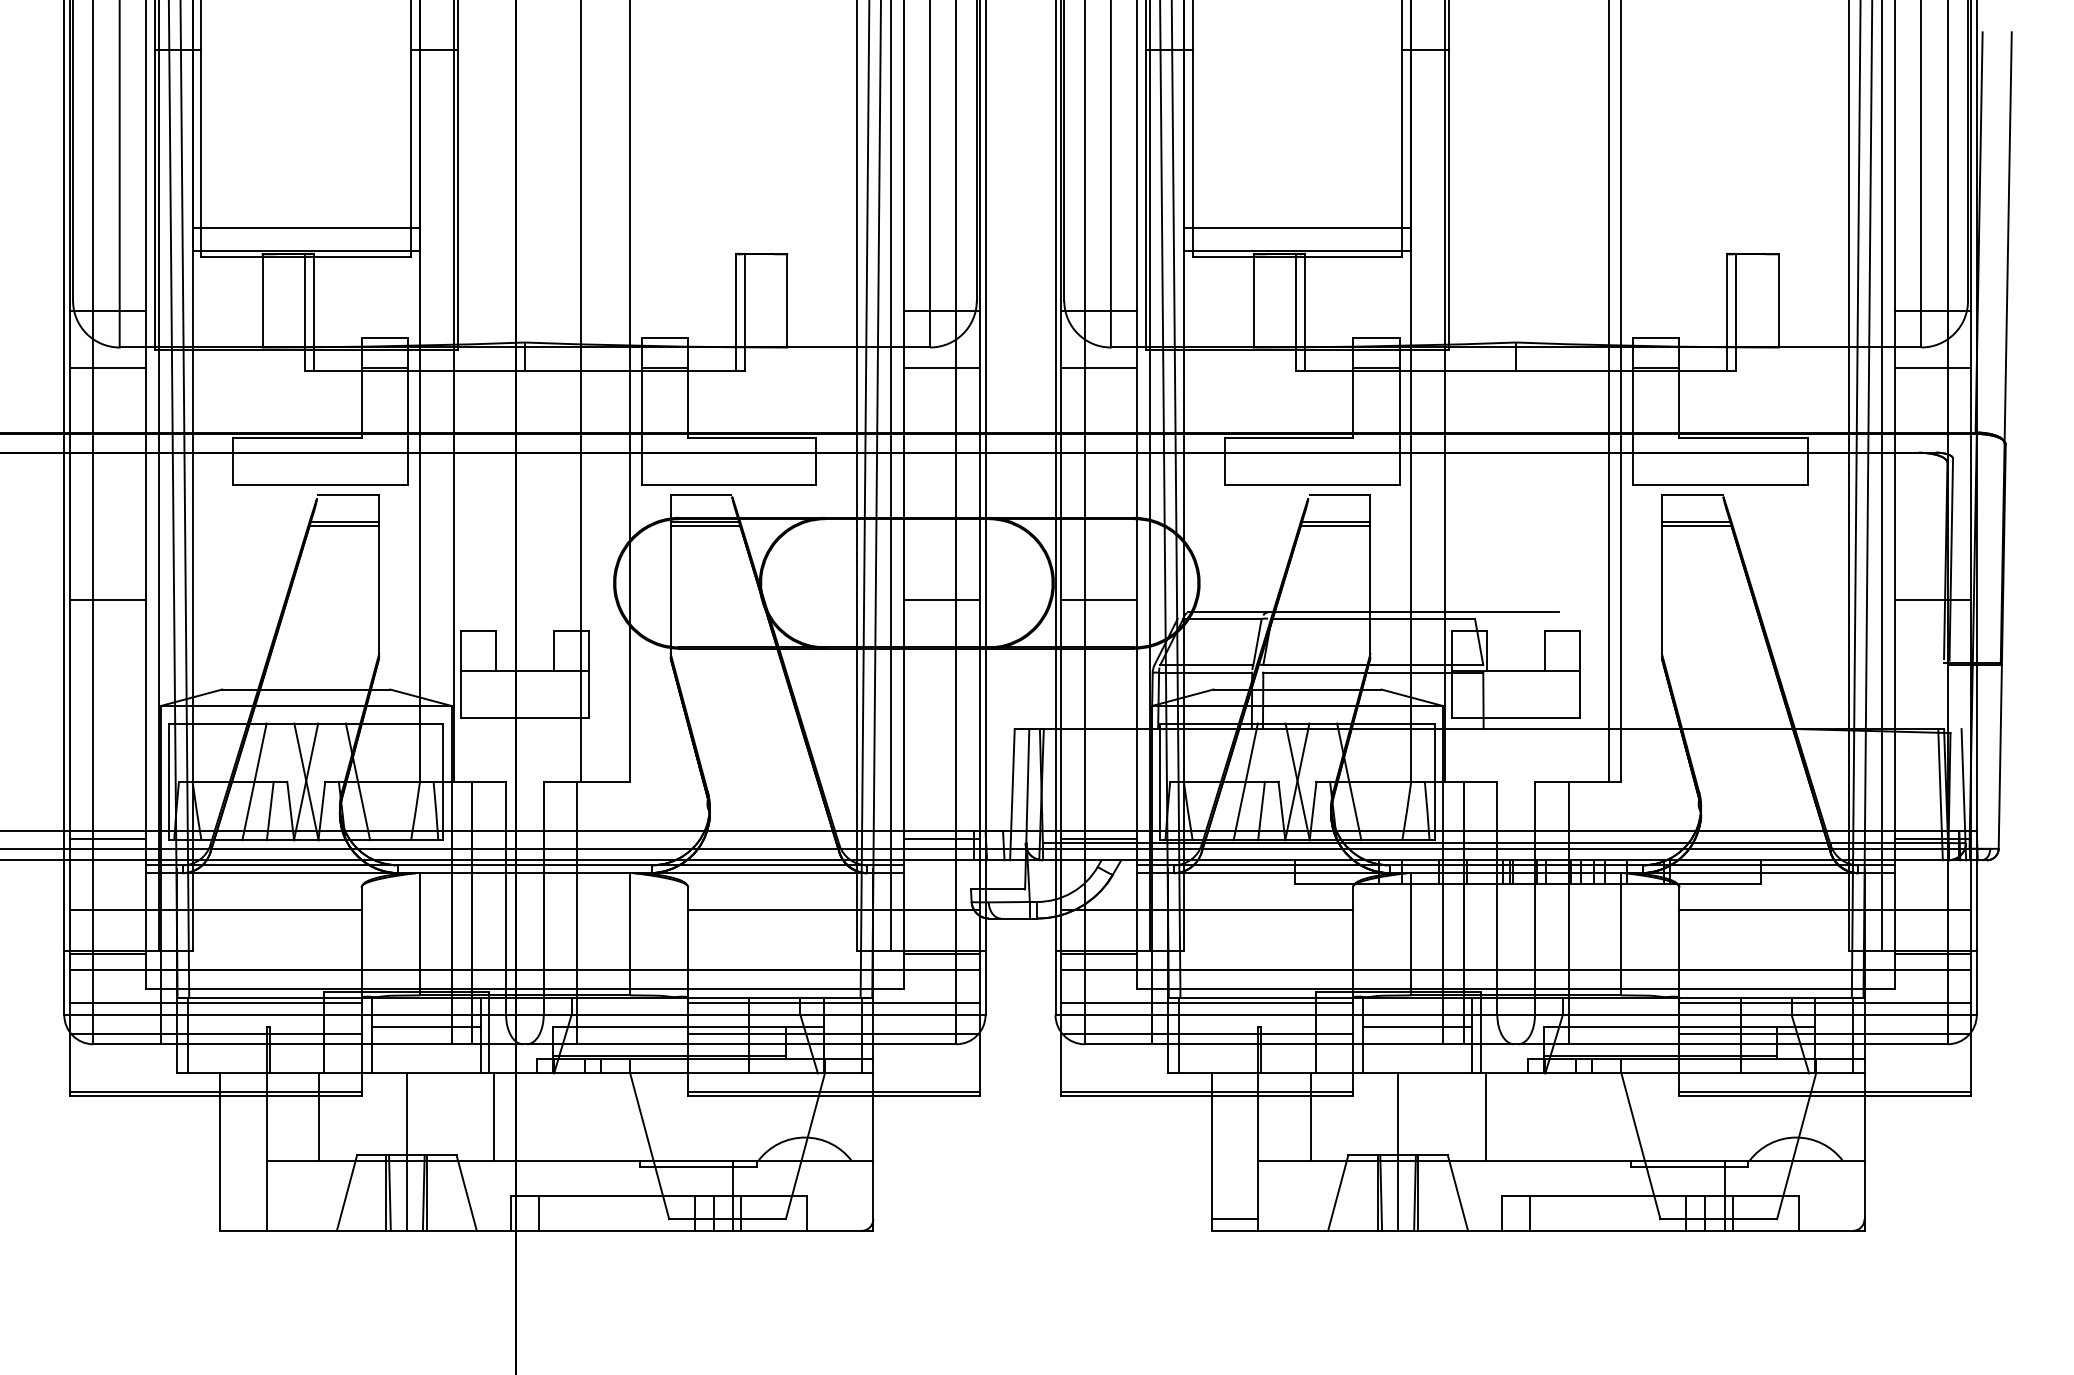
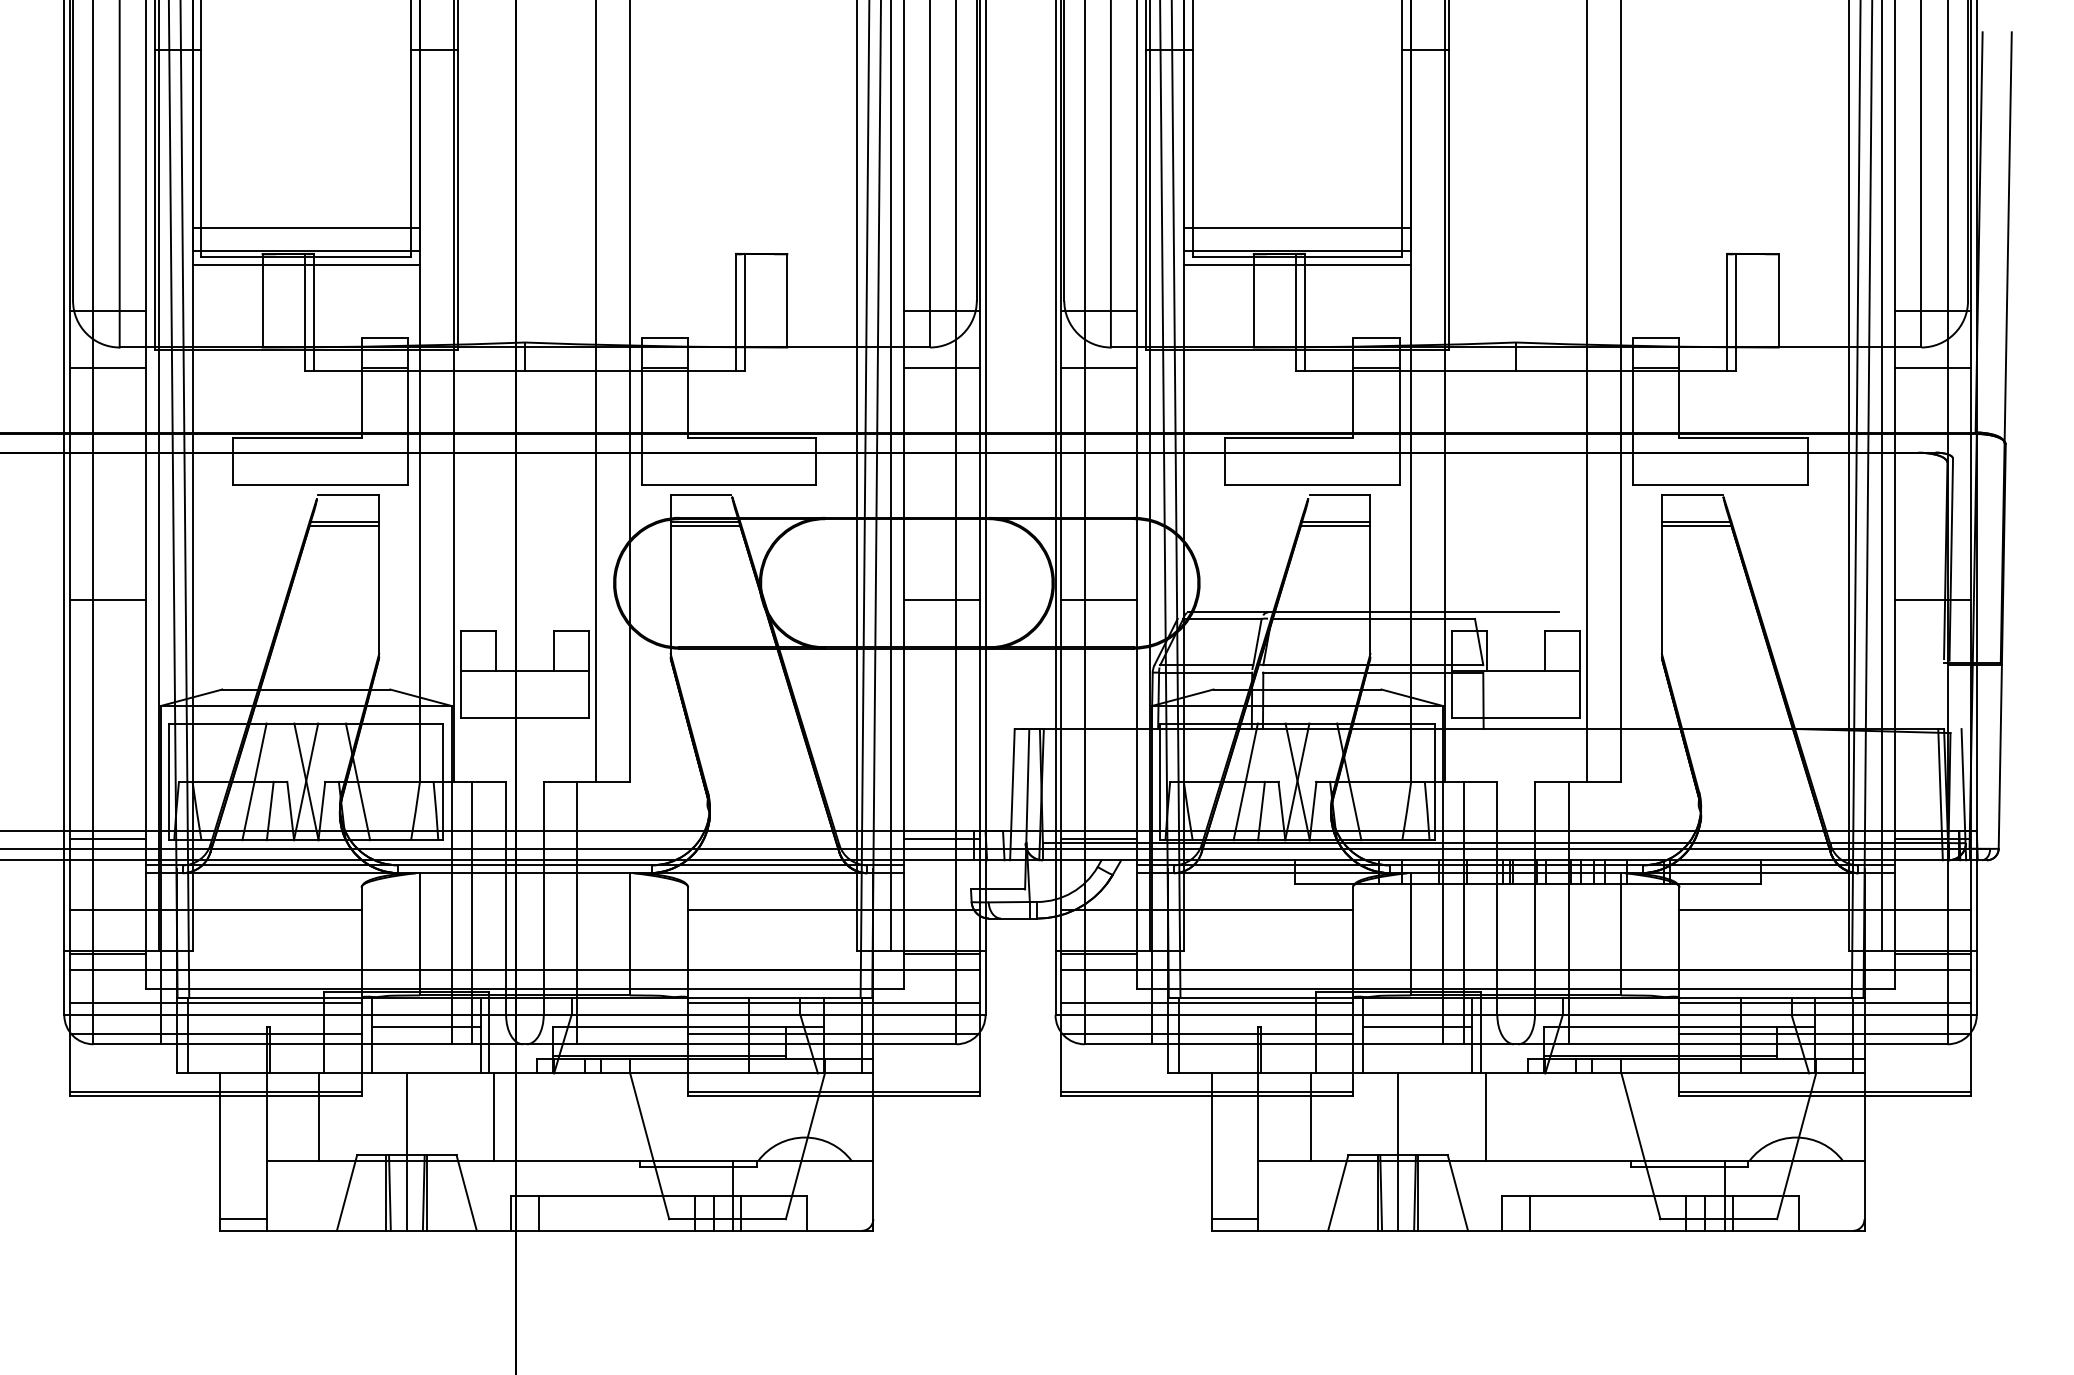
line at (305, 265): none -> present
line at (1297, 265): none -> present
line at (581, 391) position: (581, 391) -> (596, 391)
line at (1609, 391) position: (1609, 391) -> (1587, 391)
line at (243, 1219): none -> present
